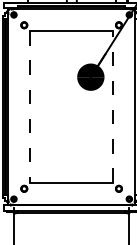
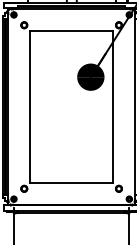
line at (30, 107): dashed -> solid
line at (112, 107): dashed -> solid
